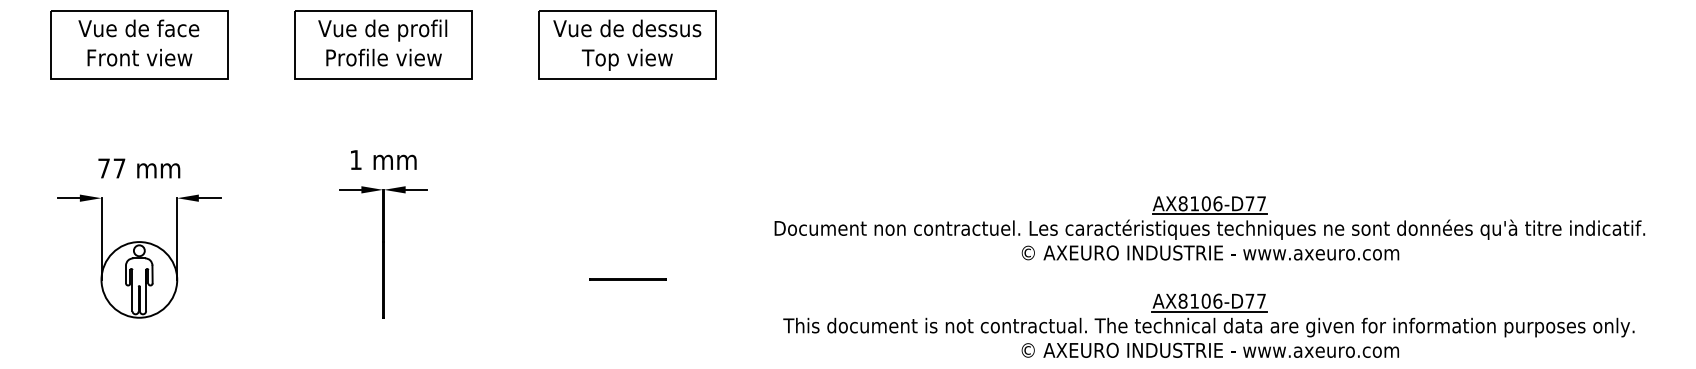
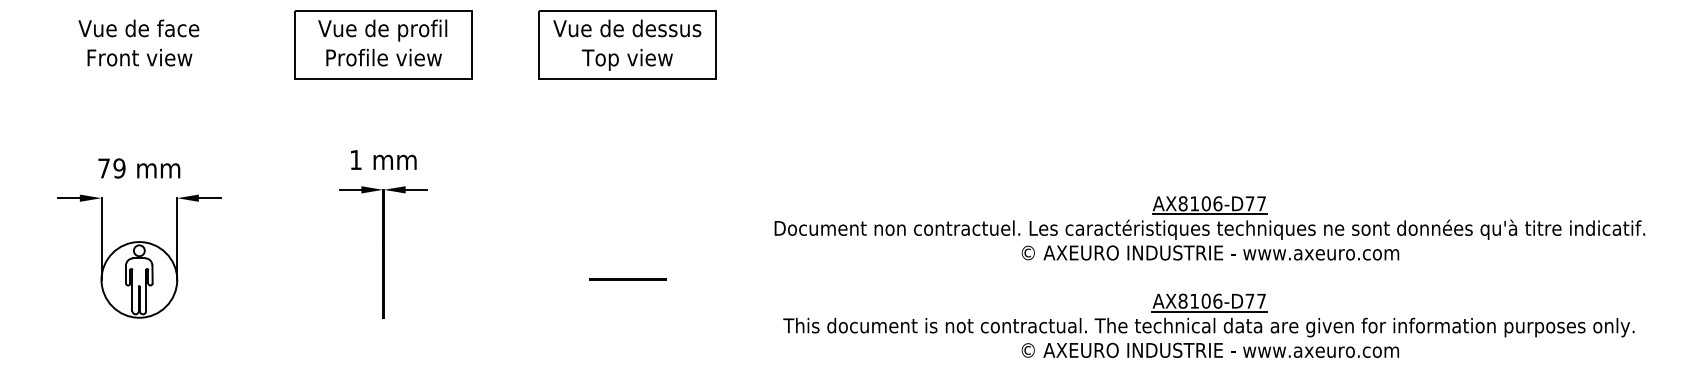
part at (139, 44): present -> none
text at (119, 168): 77 -> 79
